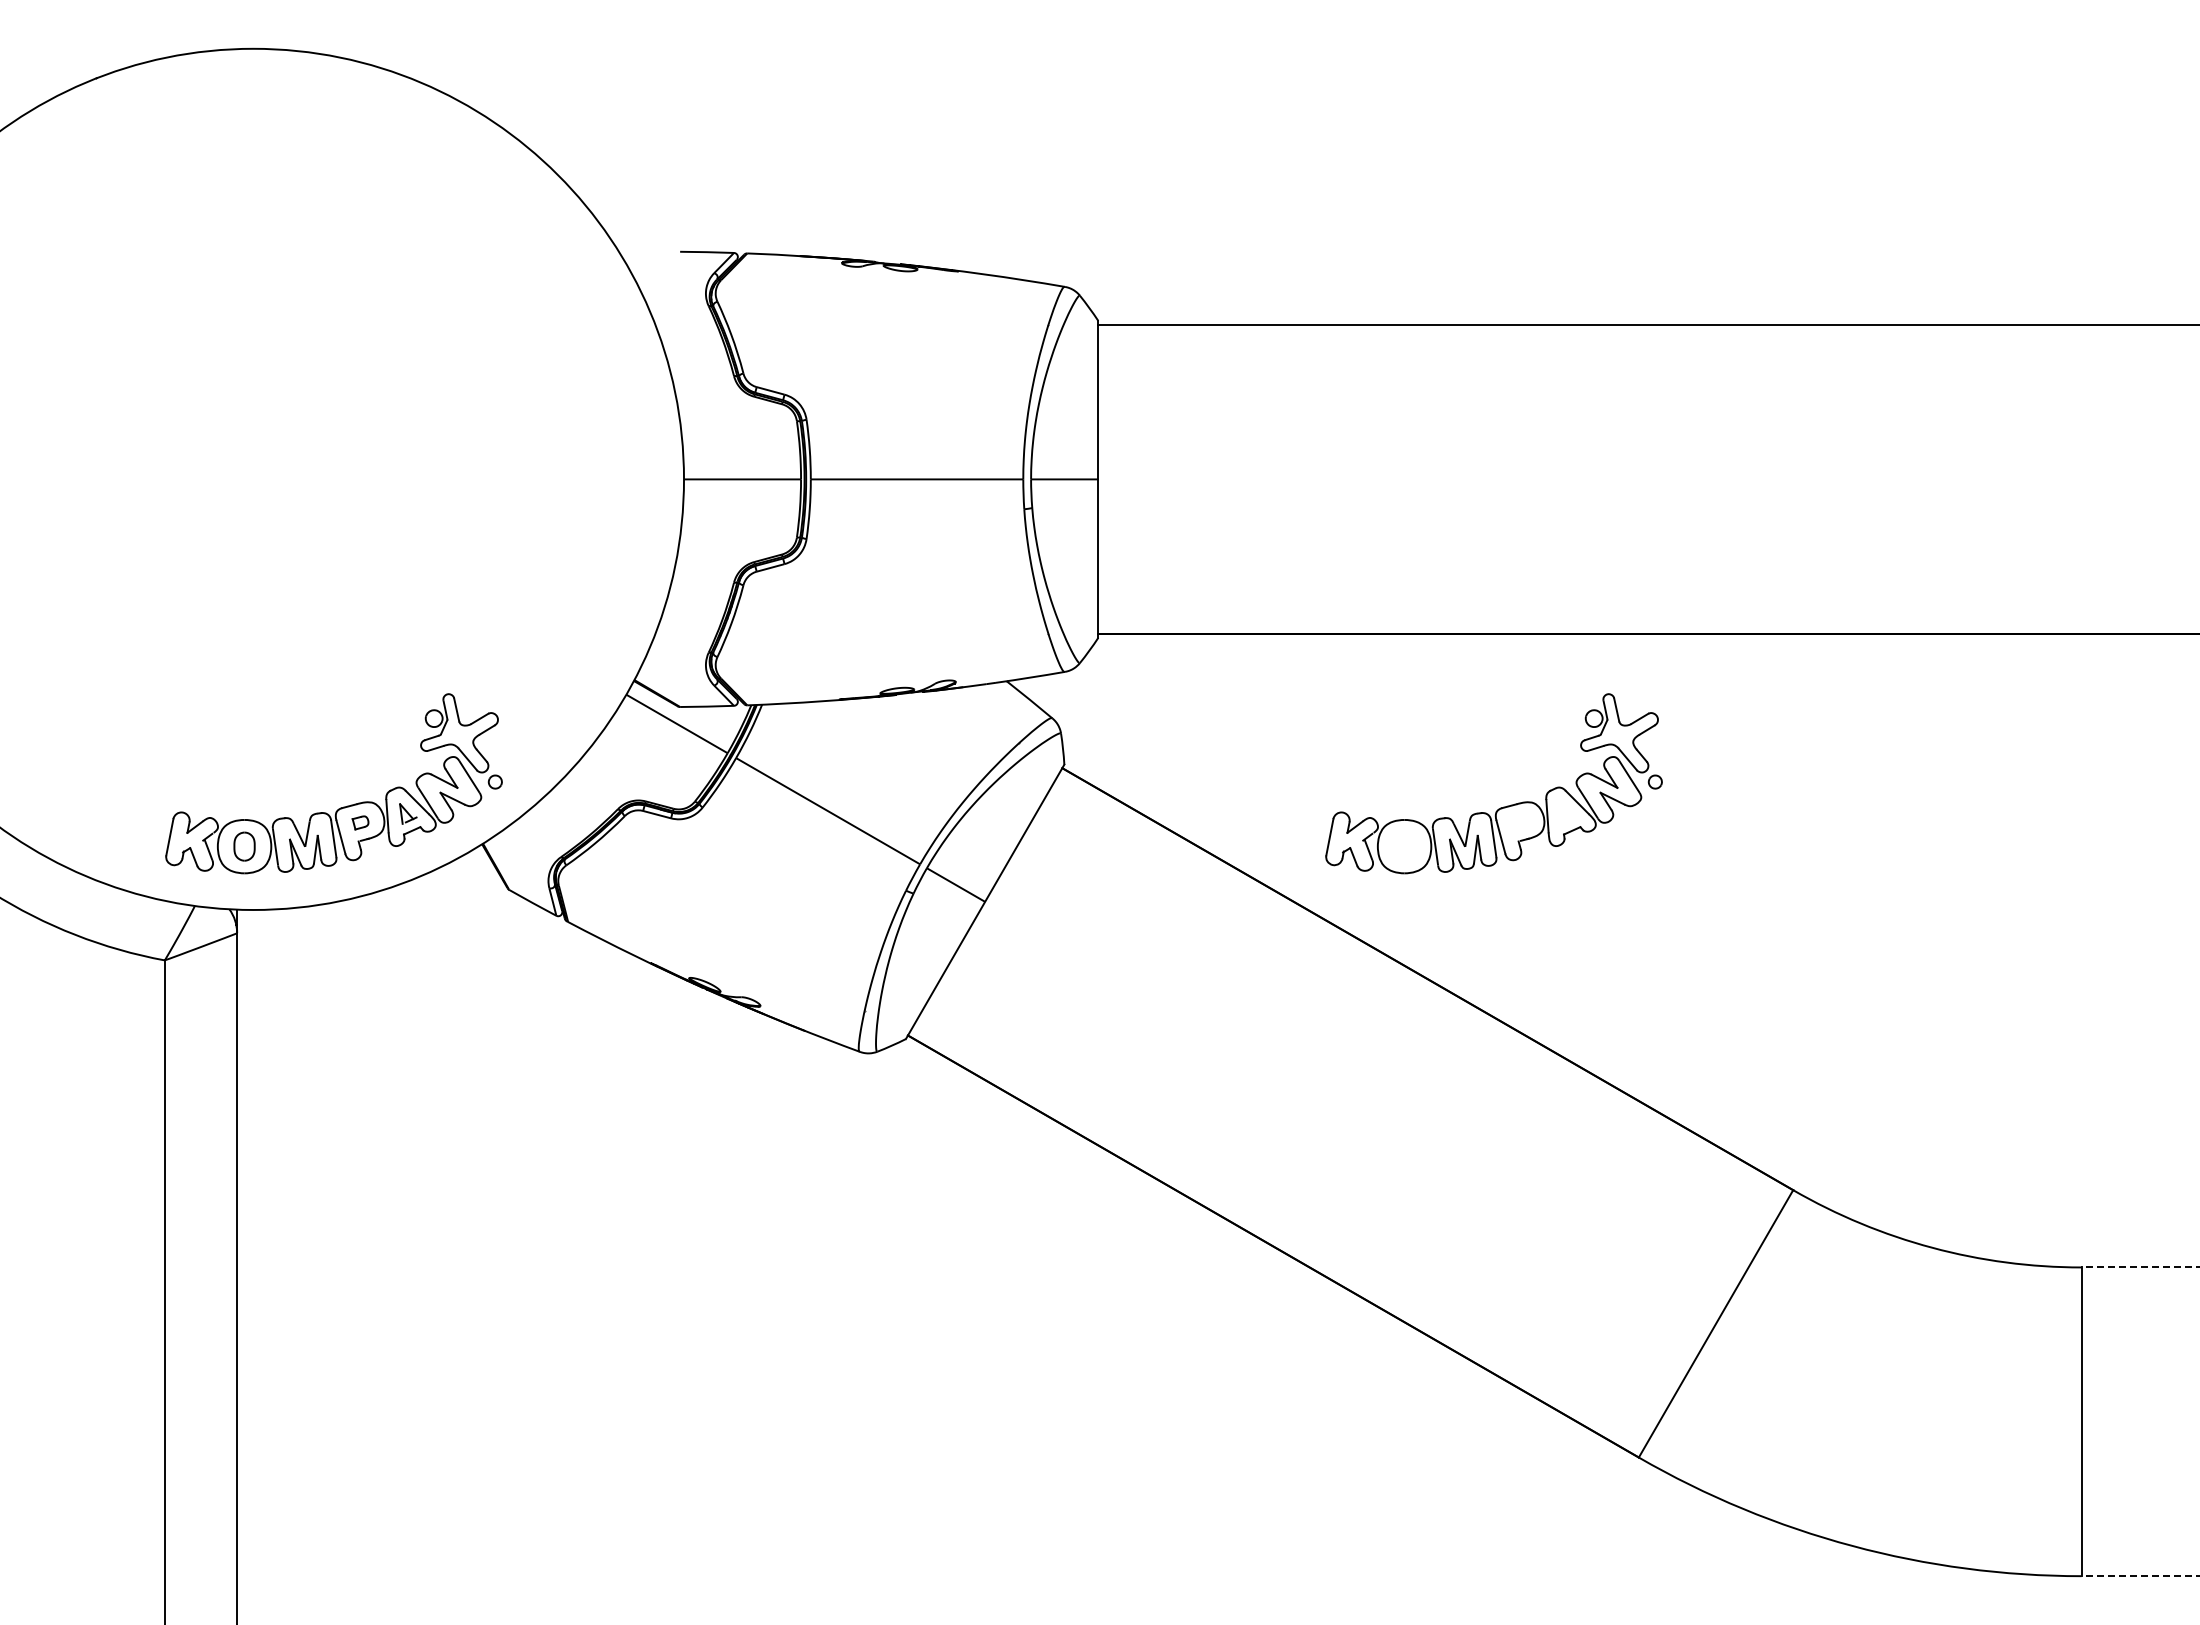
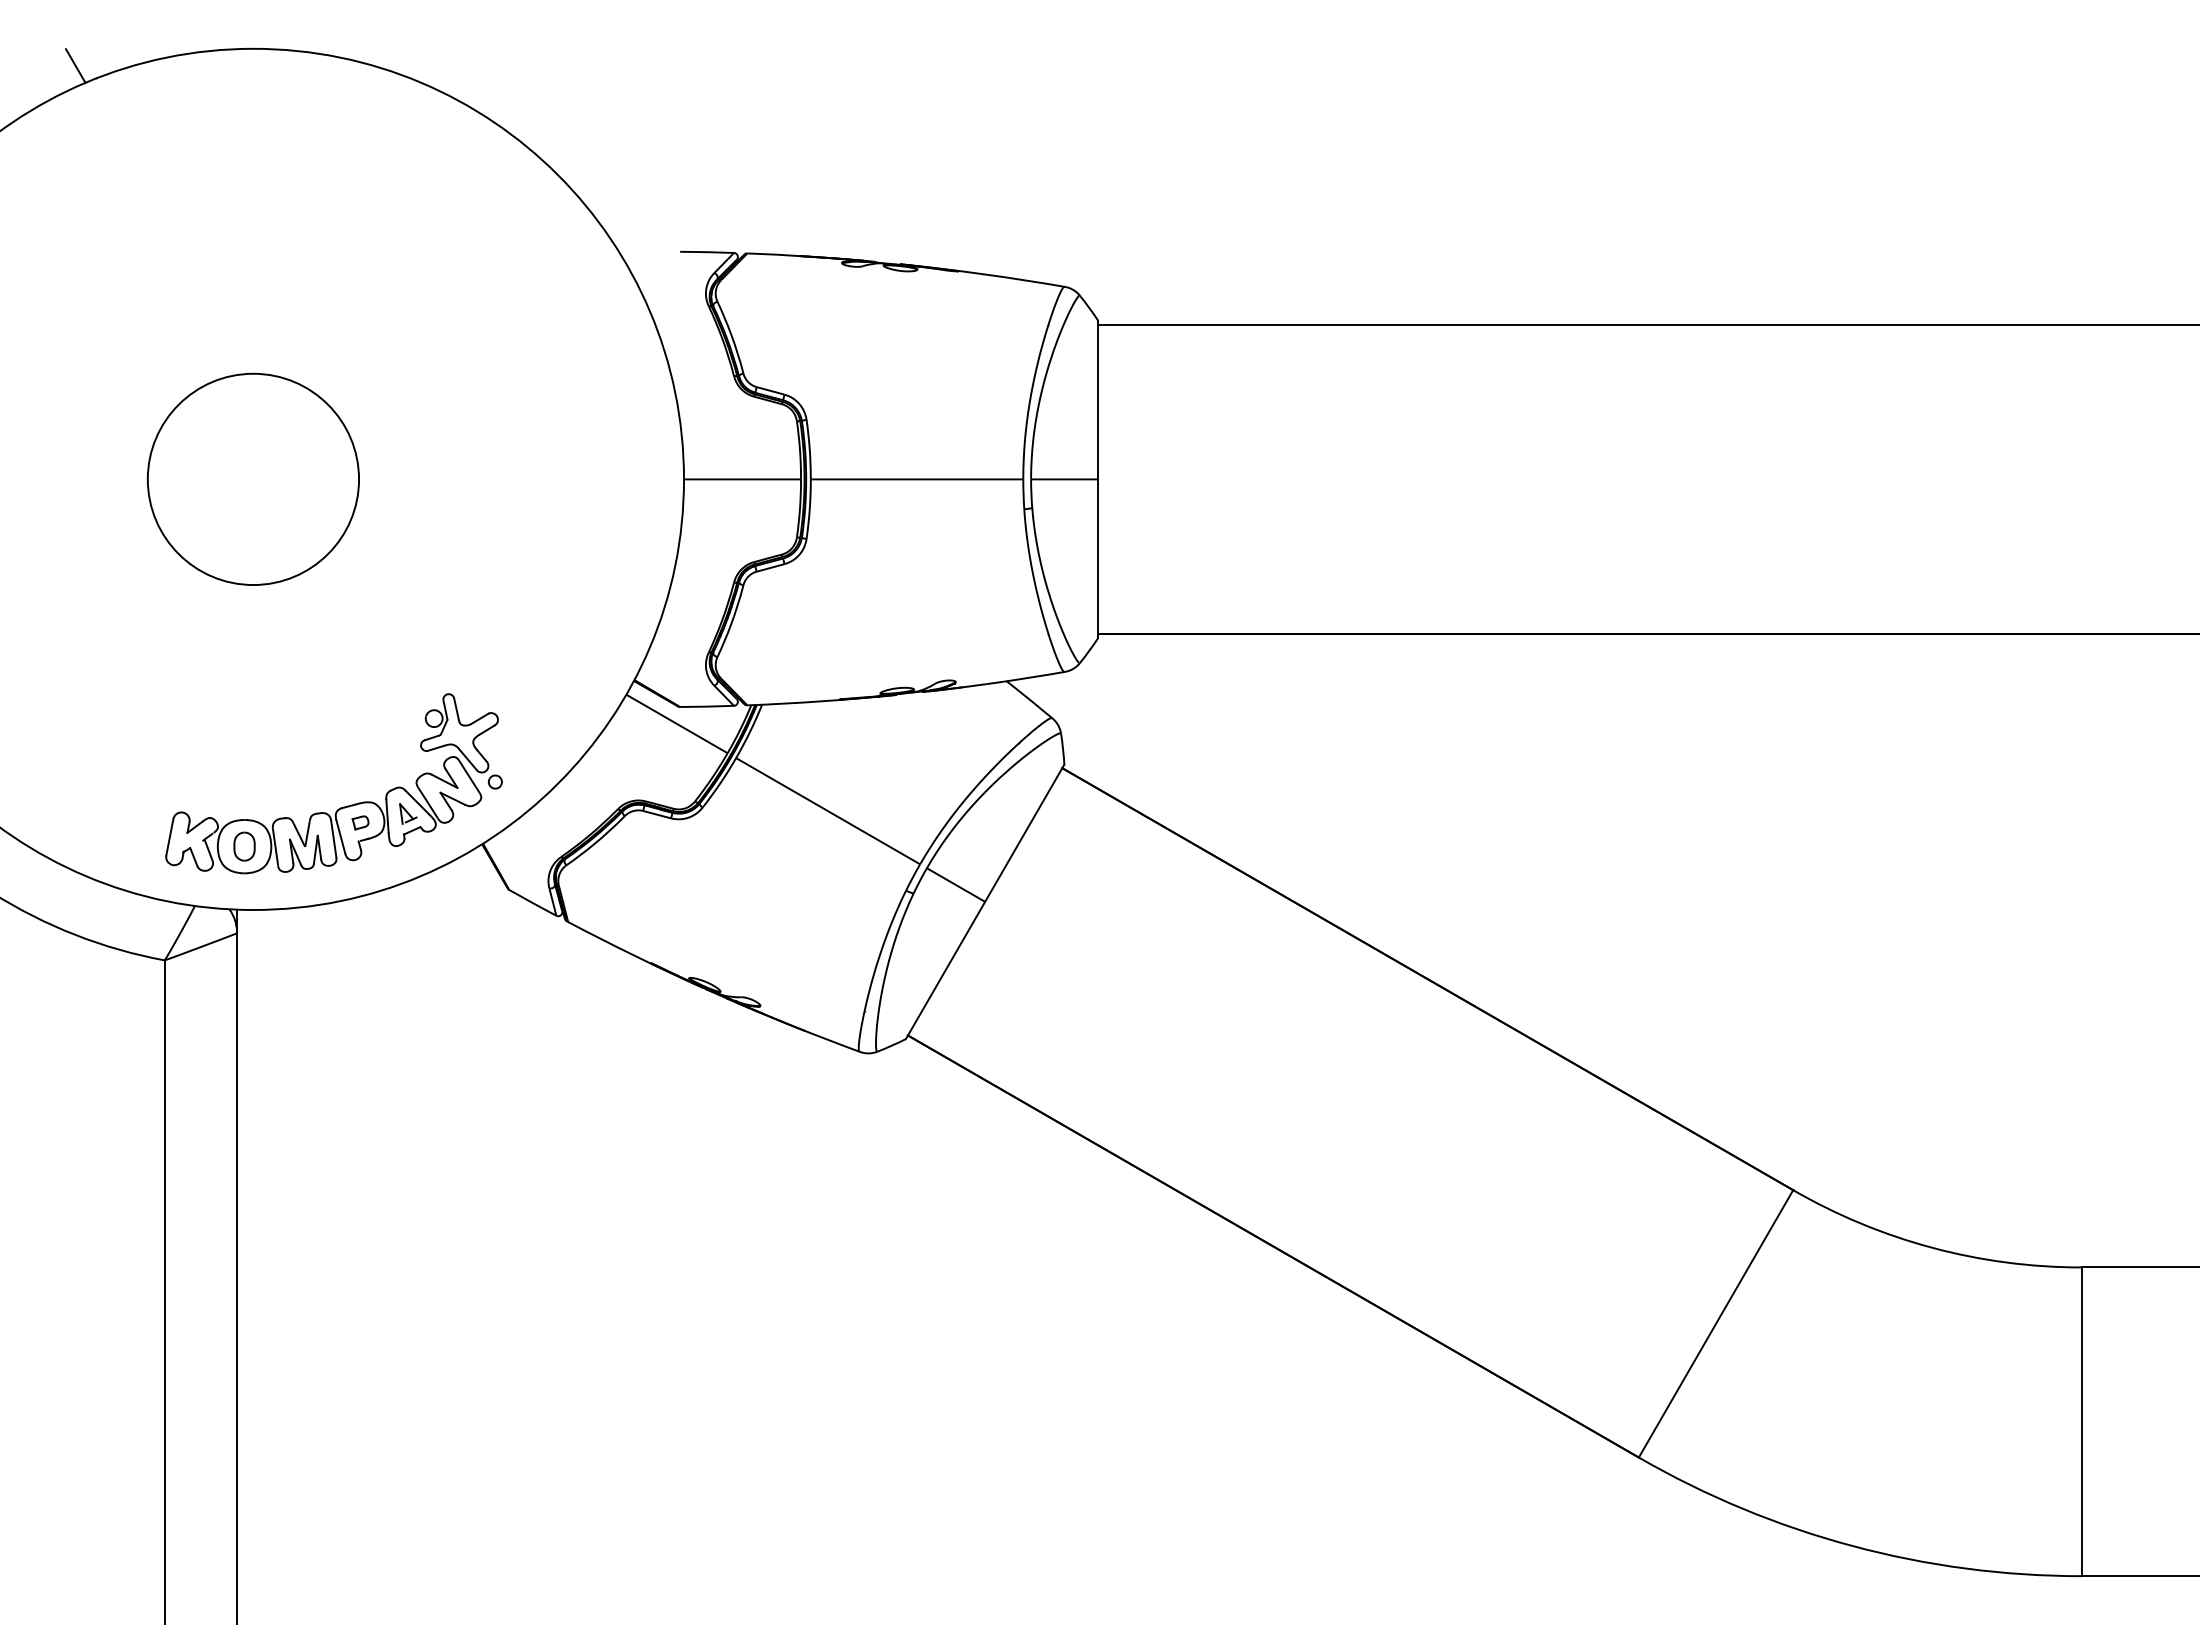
line at (75, 65): none -> present
circle at (252, 478): none -> present
part at (1500, 807): present -> none
line at (2140, 1267): dashed -> solid
line at (2140, 1576): dashed -> solid
